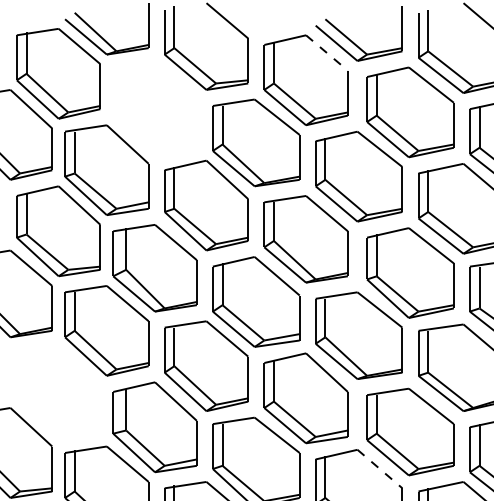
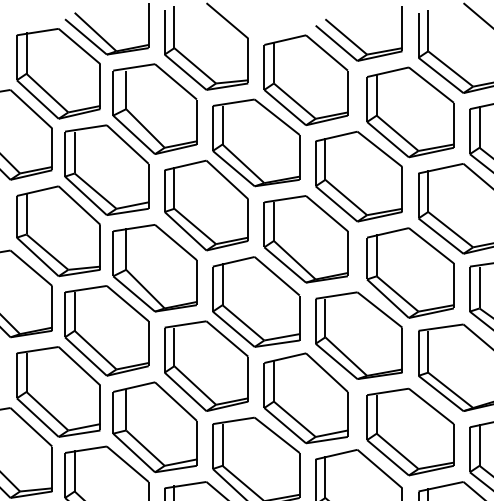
line at (327, 53): dashed -> solid
part at (154, 108): none -> present
part at (58, 391): none -> present
line at (379, 469): dashed -> solid
